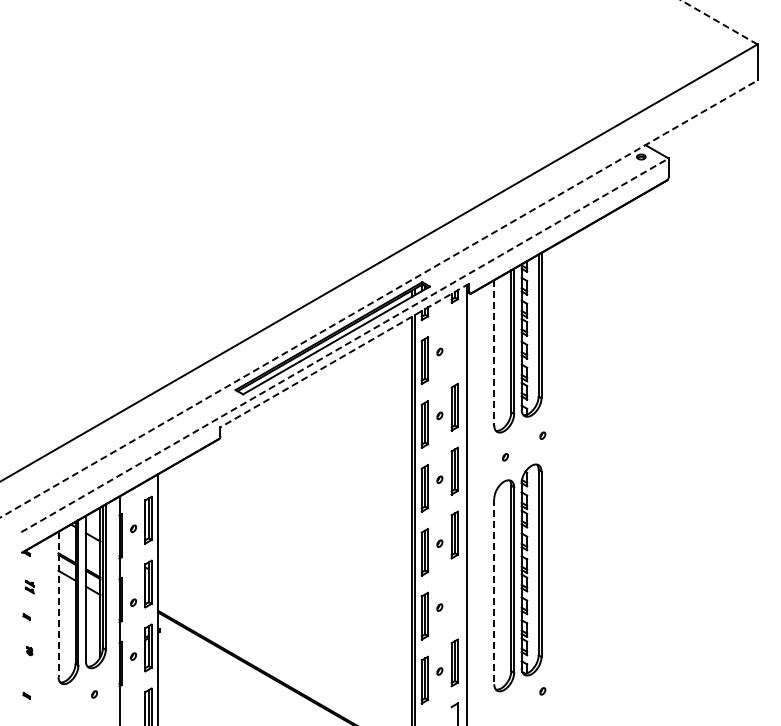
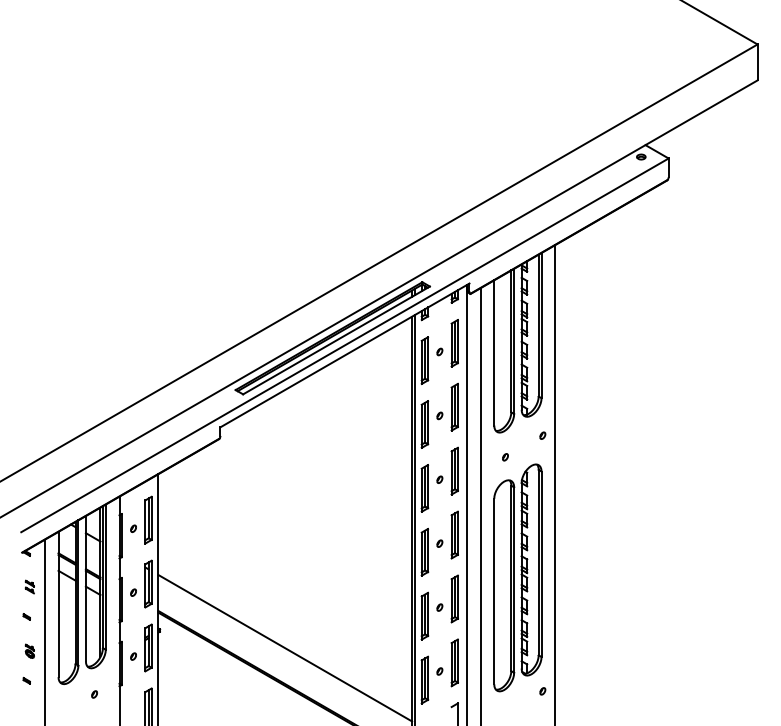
line at (718, 22): dashed -> solid
line at (379, 298): dashed -> solid
part at (454, 343): none -> present
line at (344, 345): dashed -> solid
line at (494, 352): dashed -> solid
line at (344, 355): dashed -> solid
line at (555, 483): none -> present
line at (480, 505): none -> present
line at (494, 591): dashed -> solid
part at (454, 598): none -> present
part at (133, 602) position: (133, 602) -> (133, 592)
line at (58, 604): dashed -> solid
line at (44, 630): none -> present
line at (285, 648): none -> present
part at (29, 651) size: 8x11 px -> 11x16 px
part at (26, 695) position: (26, 695) -> (26, 680)
